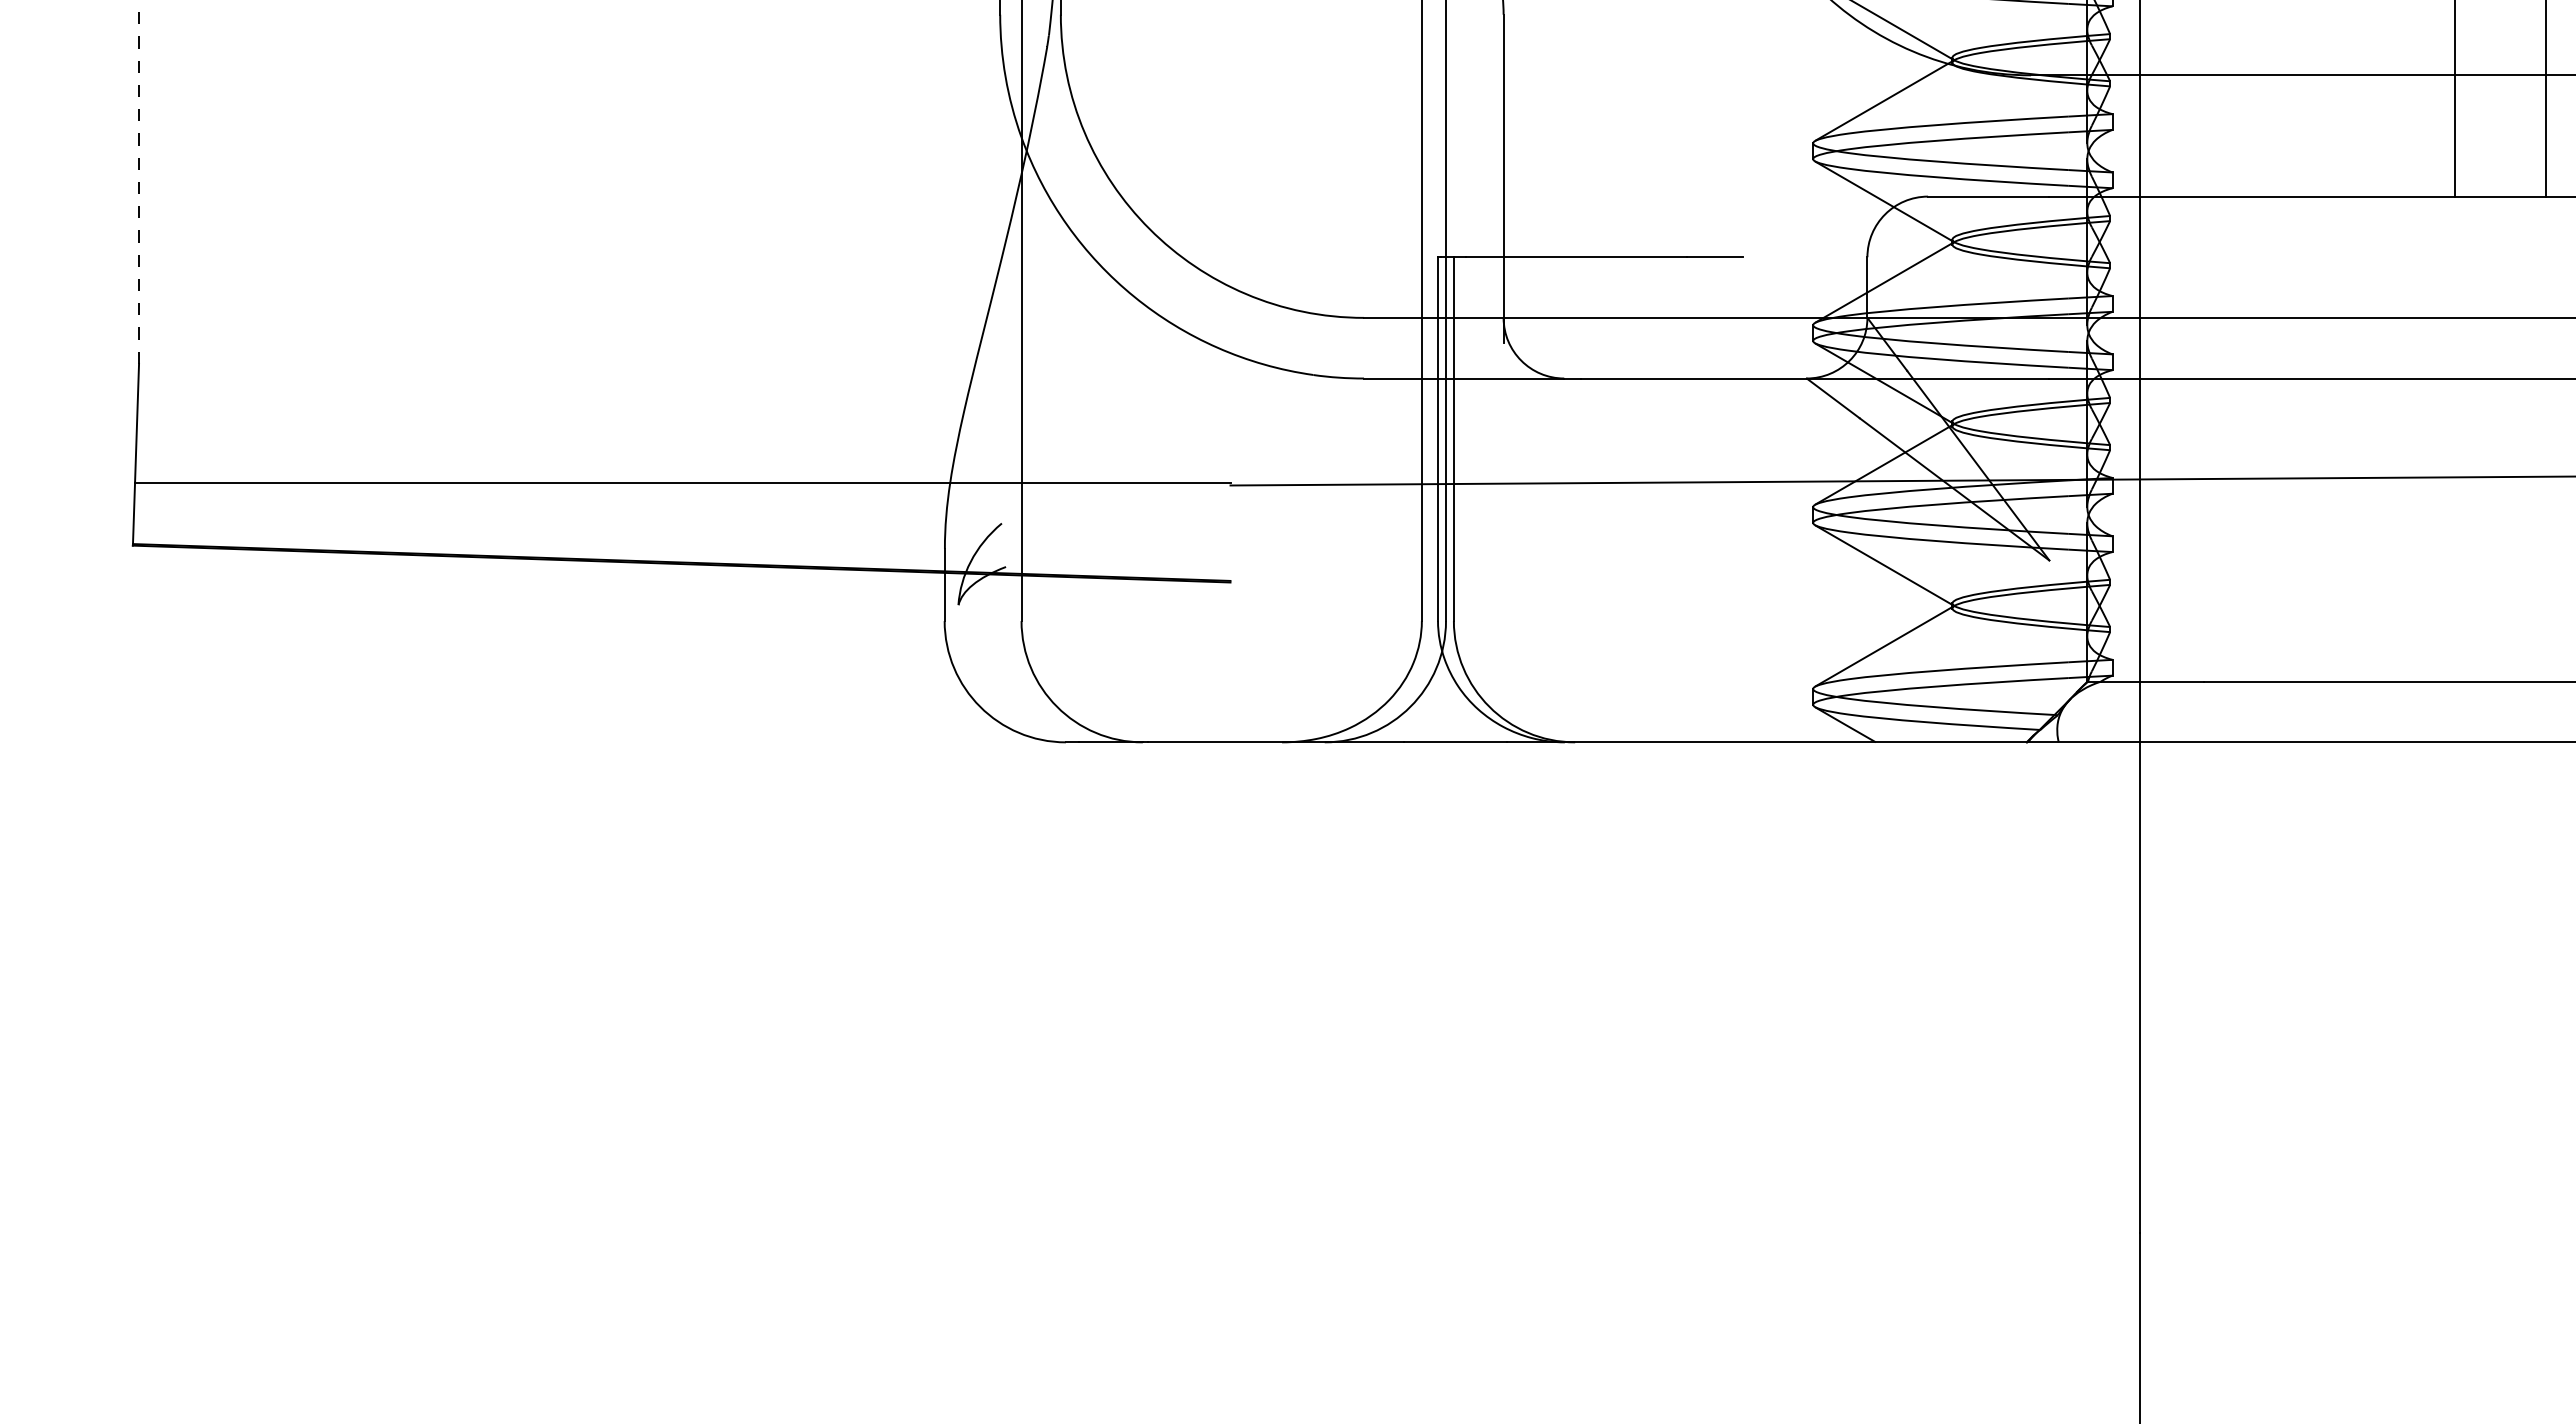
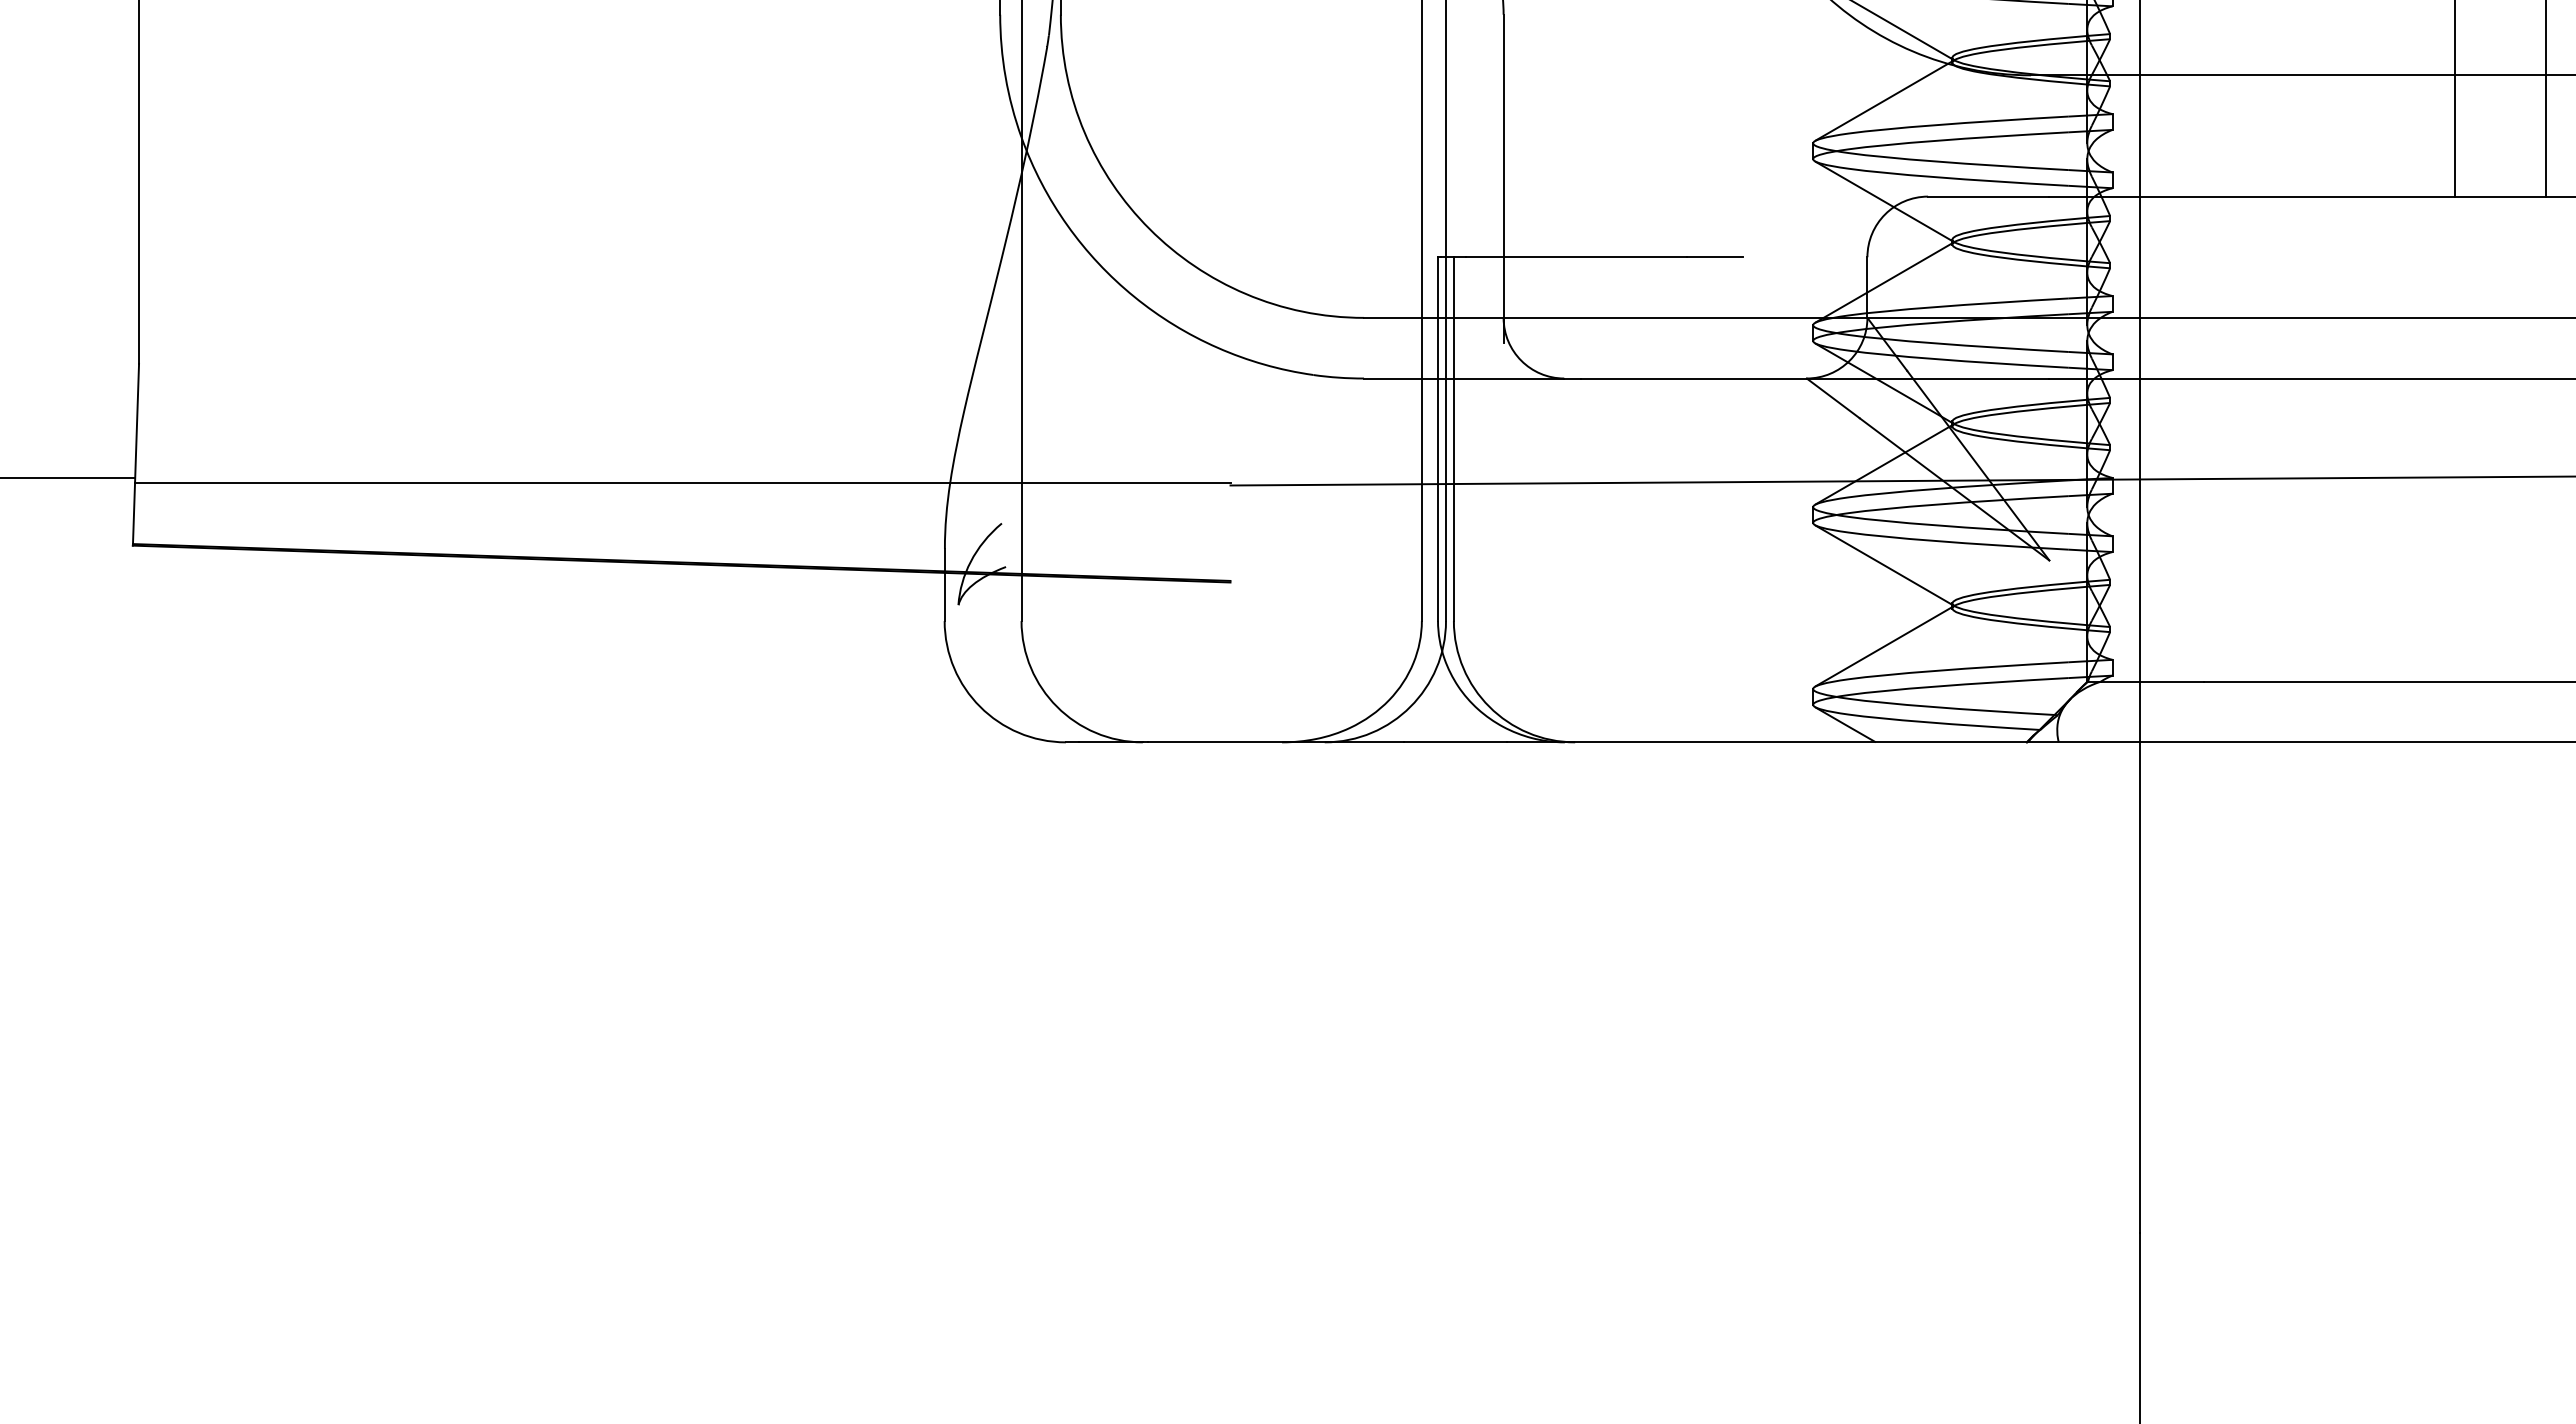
line at (139, 181): dashed -> solid
line at (68, 477): none -> present
